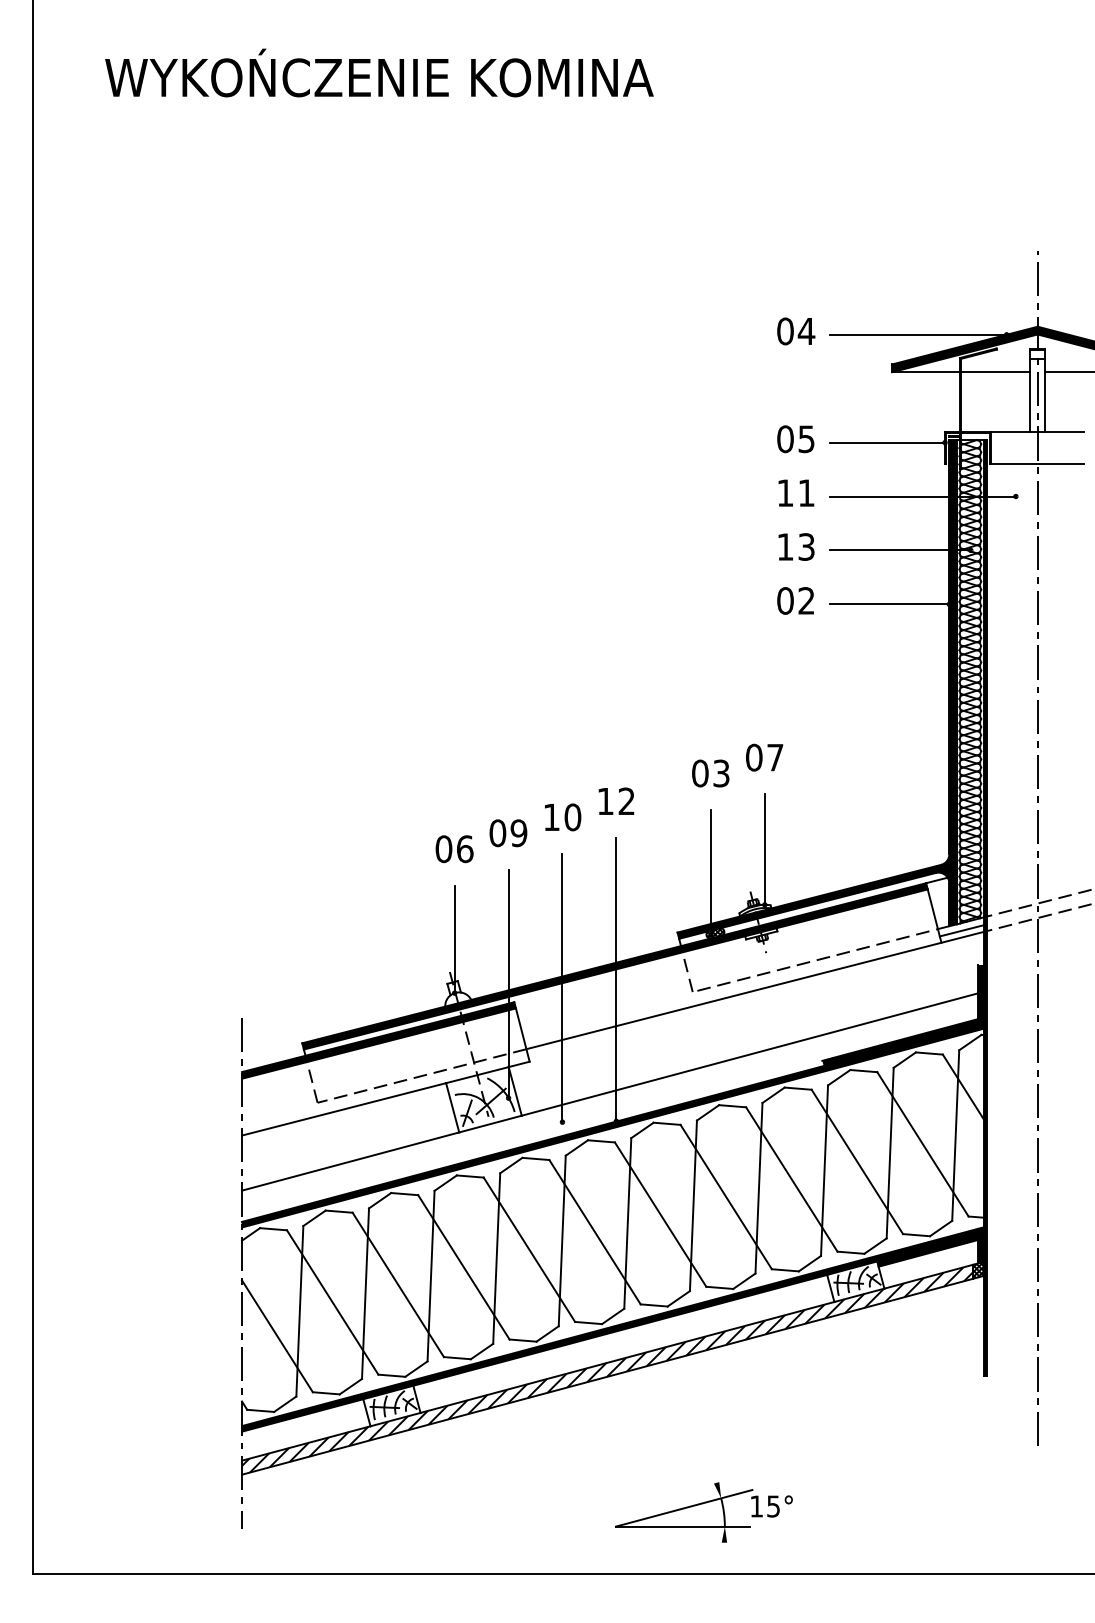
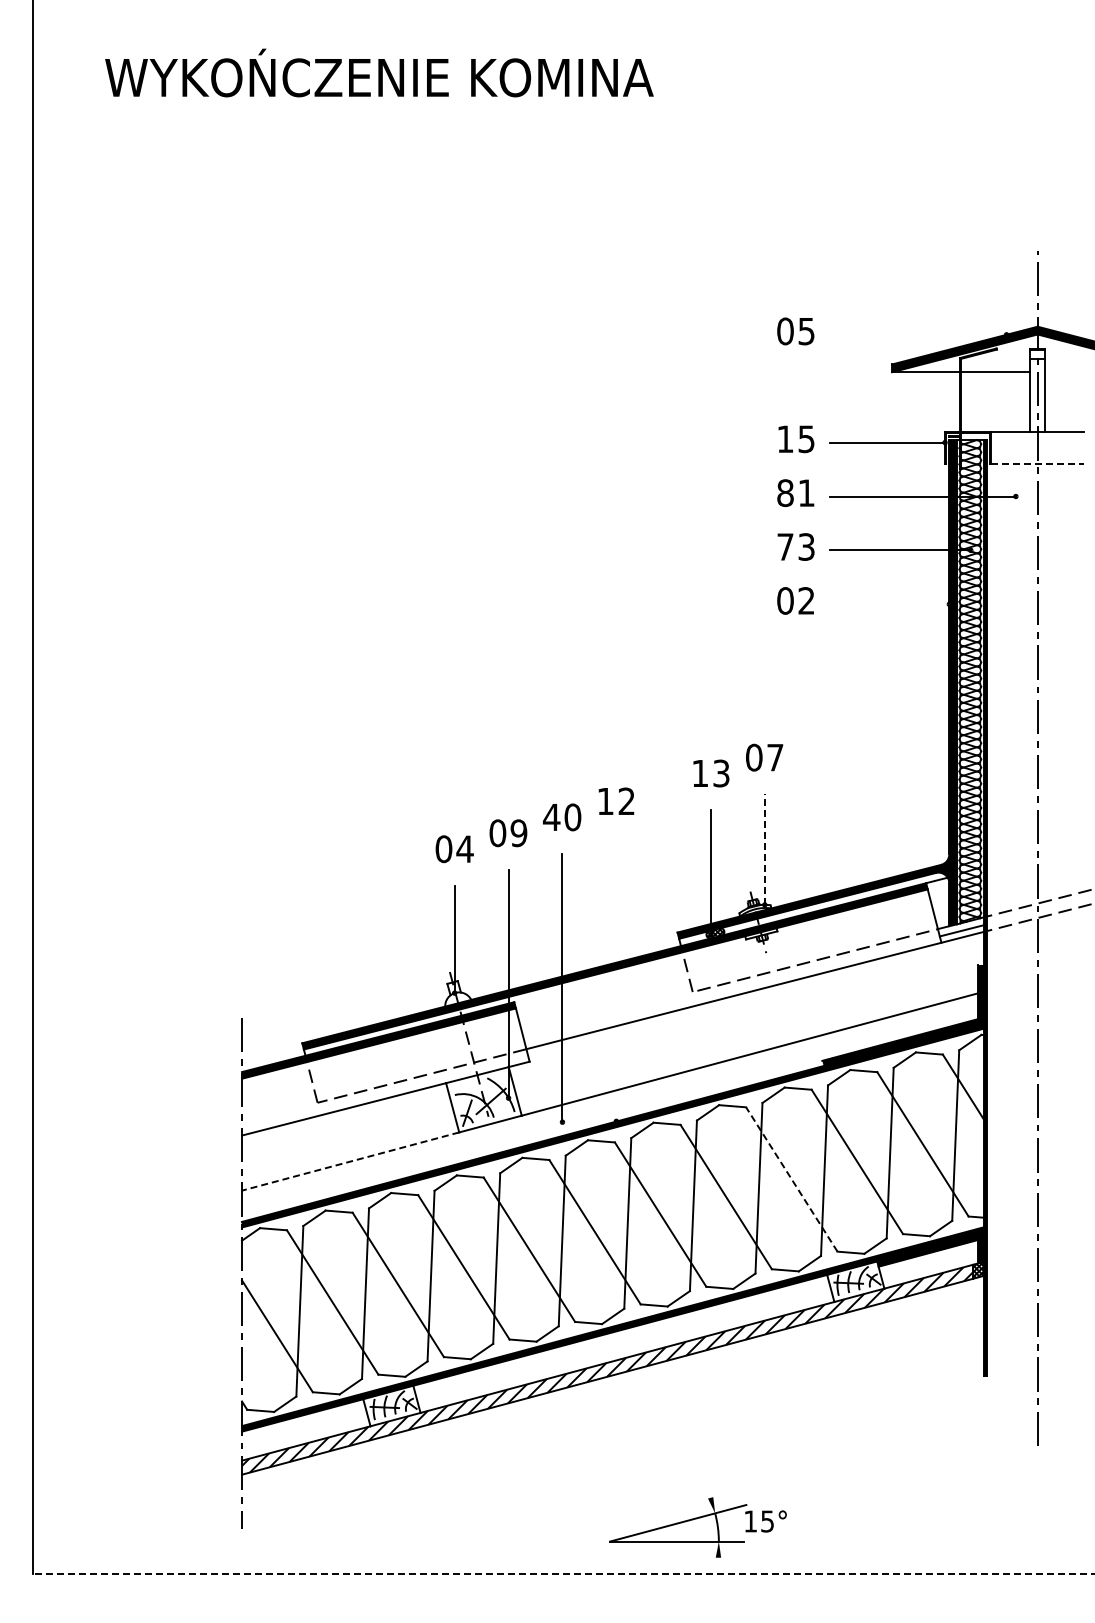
text at (806, 331): 04 -> 05
line at (917, 334): present -> none
line at (1068, 372): present -> none
text at (785, 439): 05 -> 15
line at (1038, 463): solid -> dashed
text at (785, 493): 11 -> 81
text at (785, 546): 13 -> 73
line at (889, 604): present -> none
text at (700, 773): 03 -> 13
text at (551, 817): 10 -> 40
text at (464, 849): 06 -> 04
line at (764, 849): solid -> dashed
line at (616, 979): present -> none
line at (350, 1161): solid -> dashed
line at (791, 1179): solid -> dashed
part at (703, 1512) position: (703, 1512) -> (697, 1527)
line at (563, 1574): solid -> dashed
